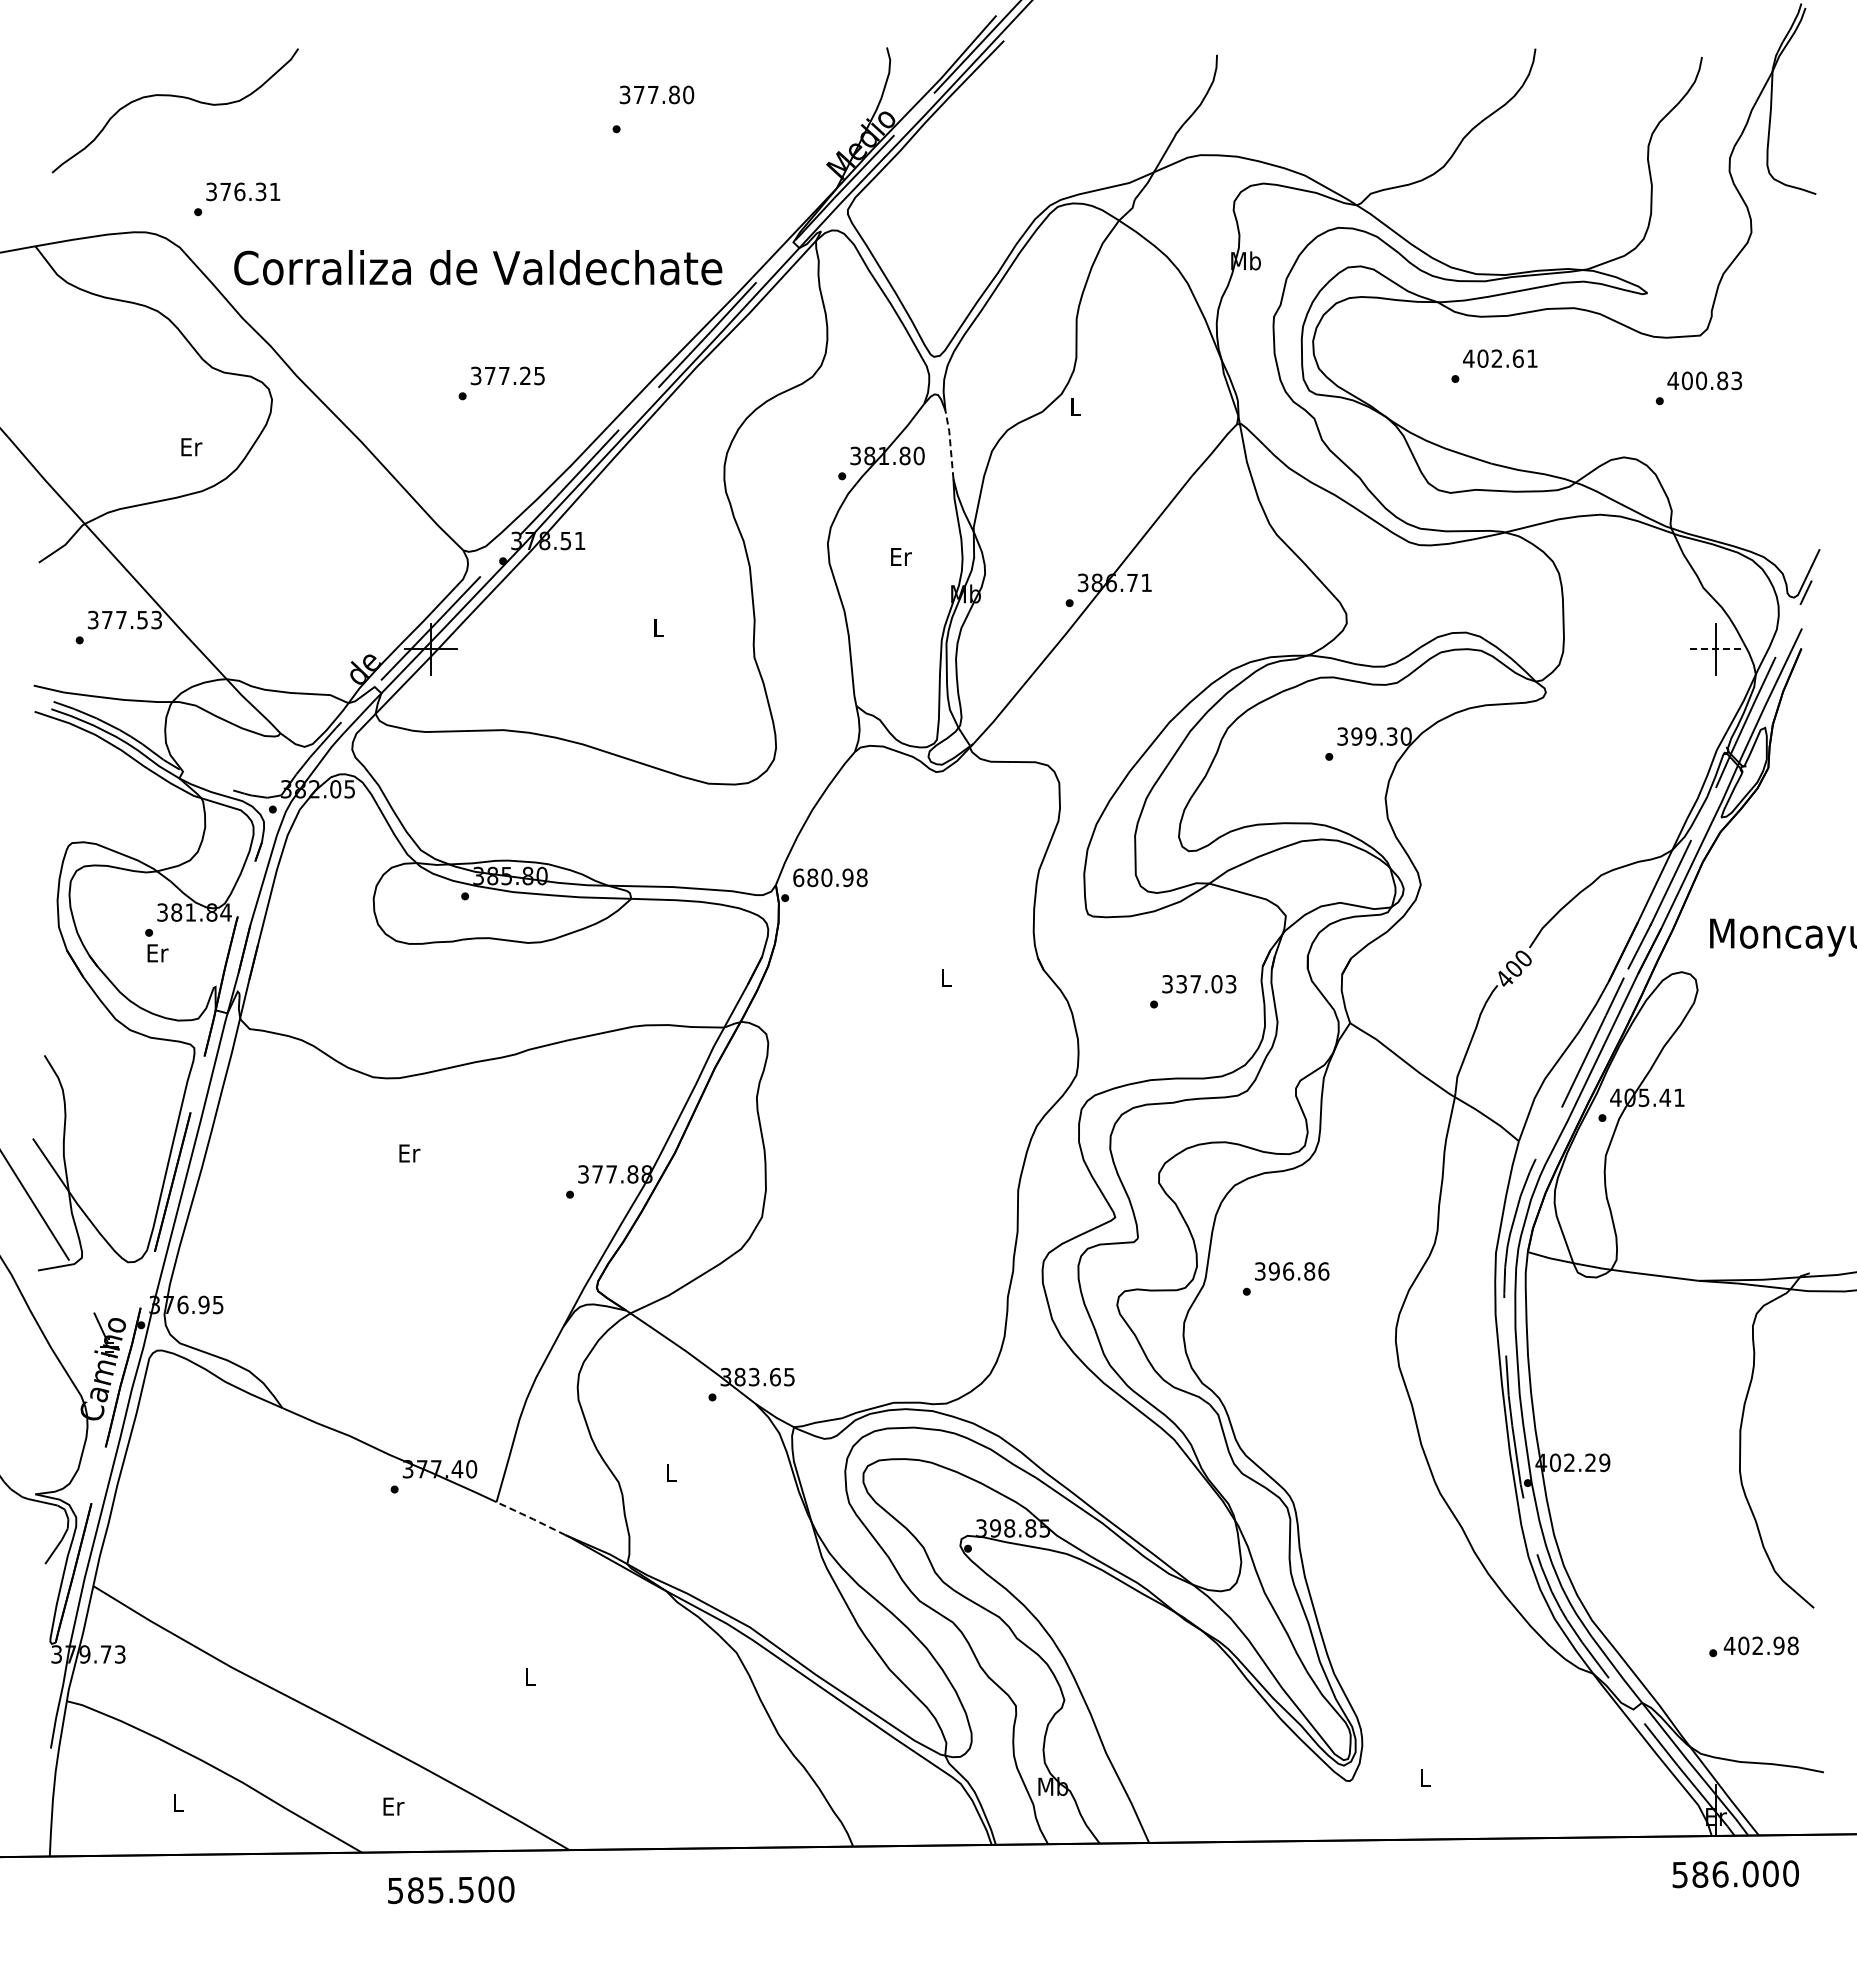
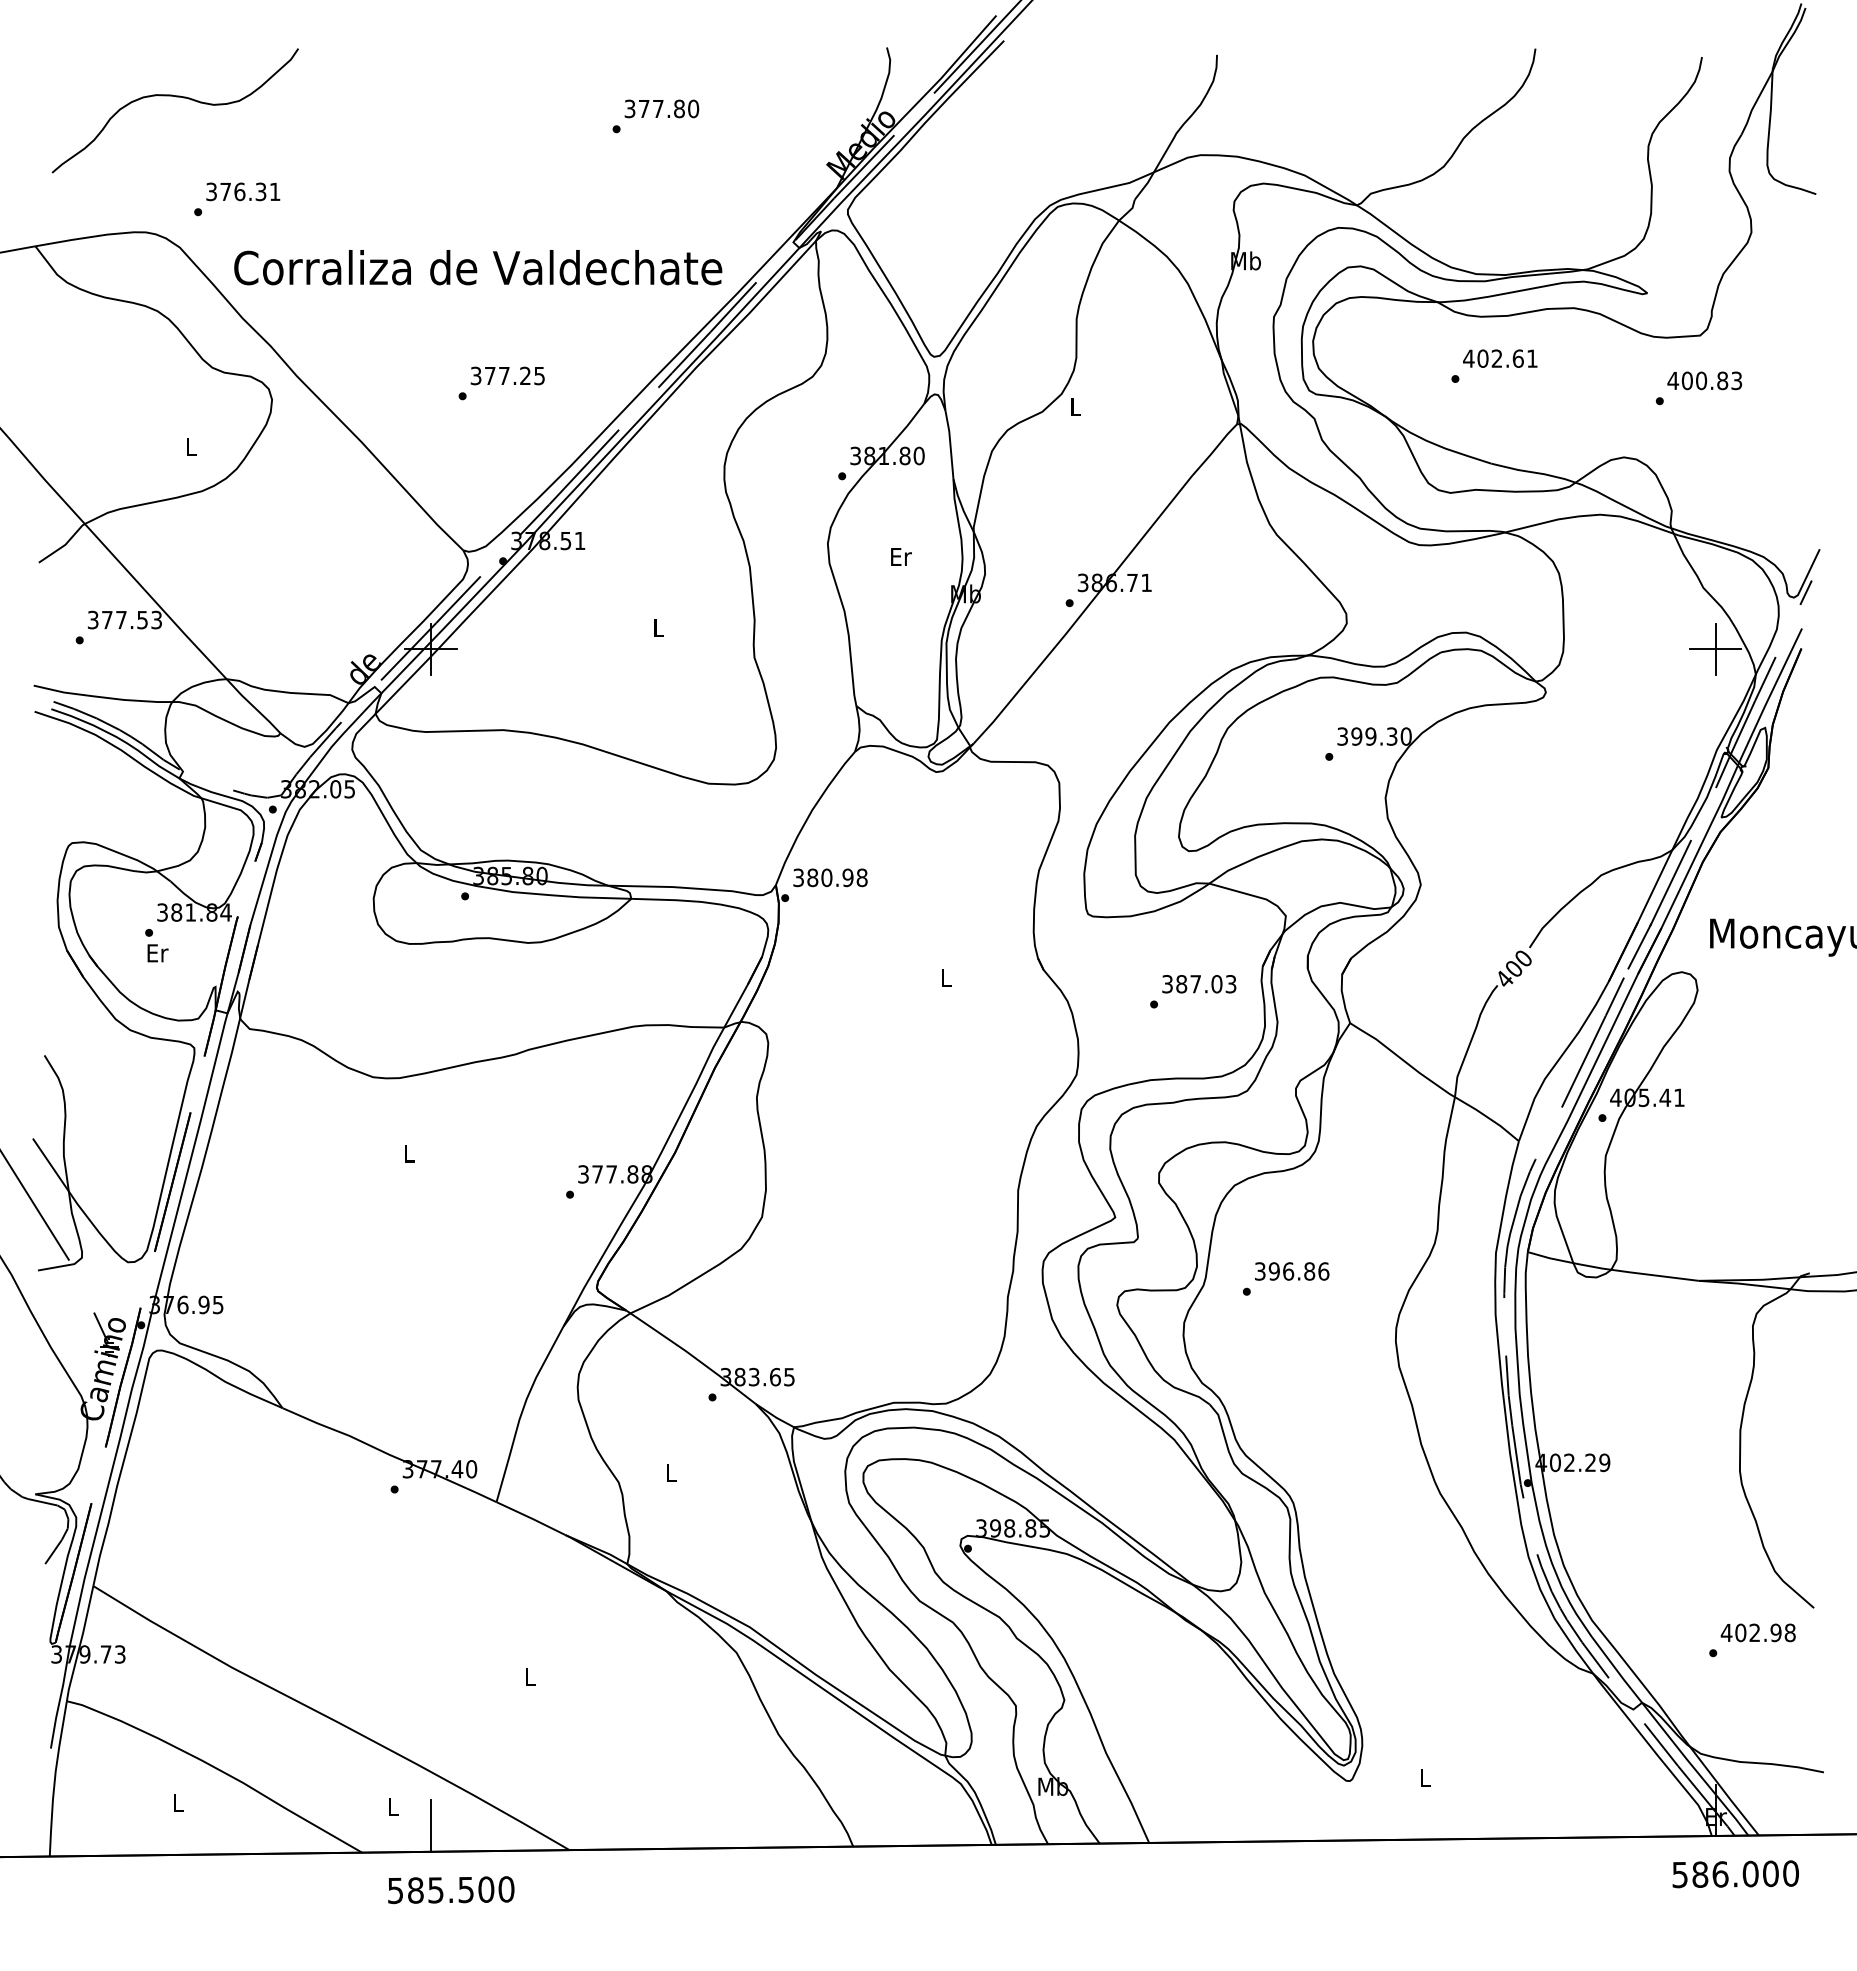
text at (656, 94) position: (656, 94) -> (661, 108)
line at (950, 443): dashed -> solid
text at (191, 447): Er -> L
line at (1715, 649): dashed -> solid
text at (798, 877): 680.98 -> 380.98
text at (1181, 984): 337.03 -> 387.03
text at (409, 1153): Er -> L
line at (531, 1518): dashed -> solid
text at (1760, 1645) position: (1760, 1645) -> (1757, 1632)
text at (393, 1806): Er -> L
line at (431, 1825): none -> present
